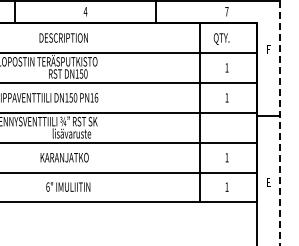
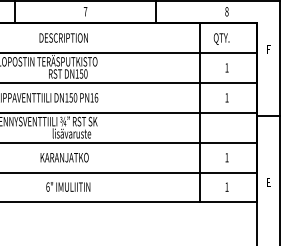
text at (85, 11): 4 -> 7
text at (226, 11): 7 -> 8
line at (280, 123): dashed -> solid
